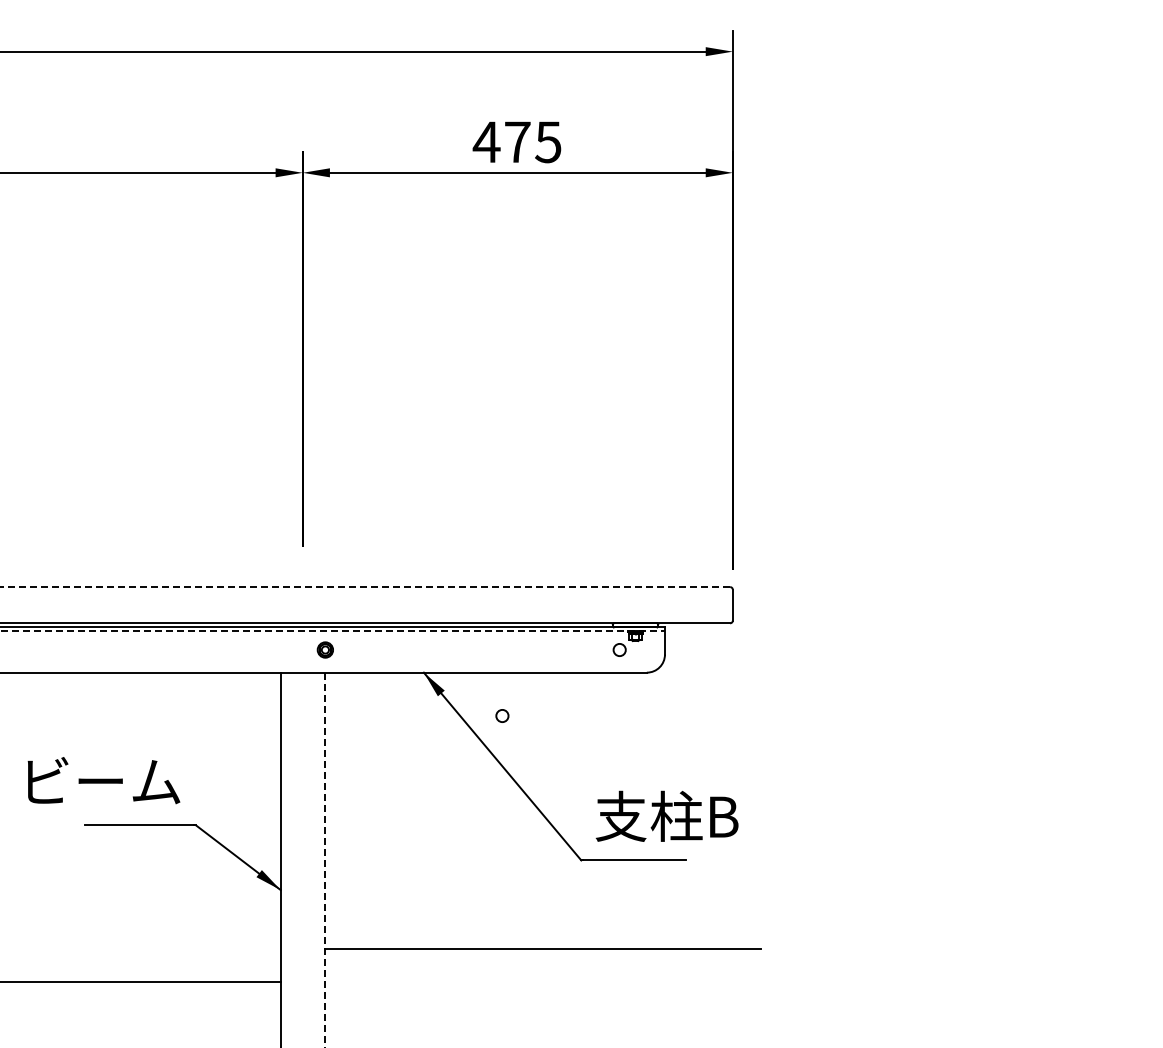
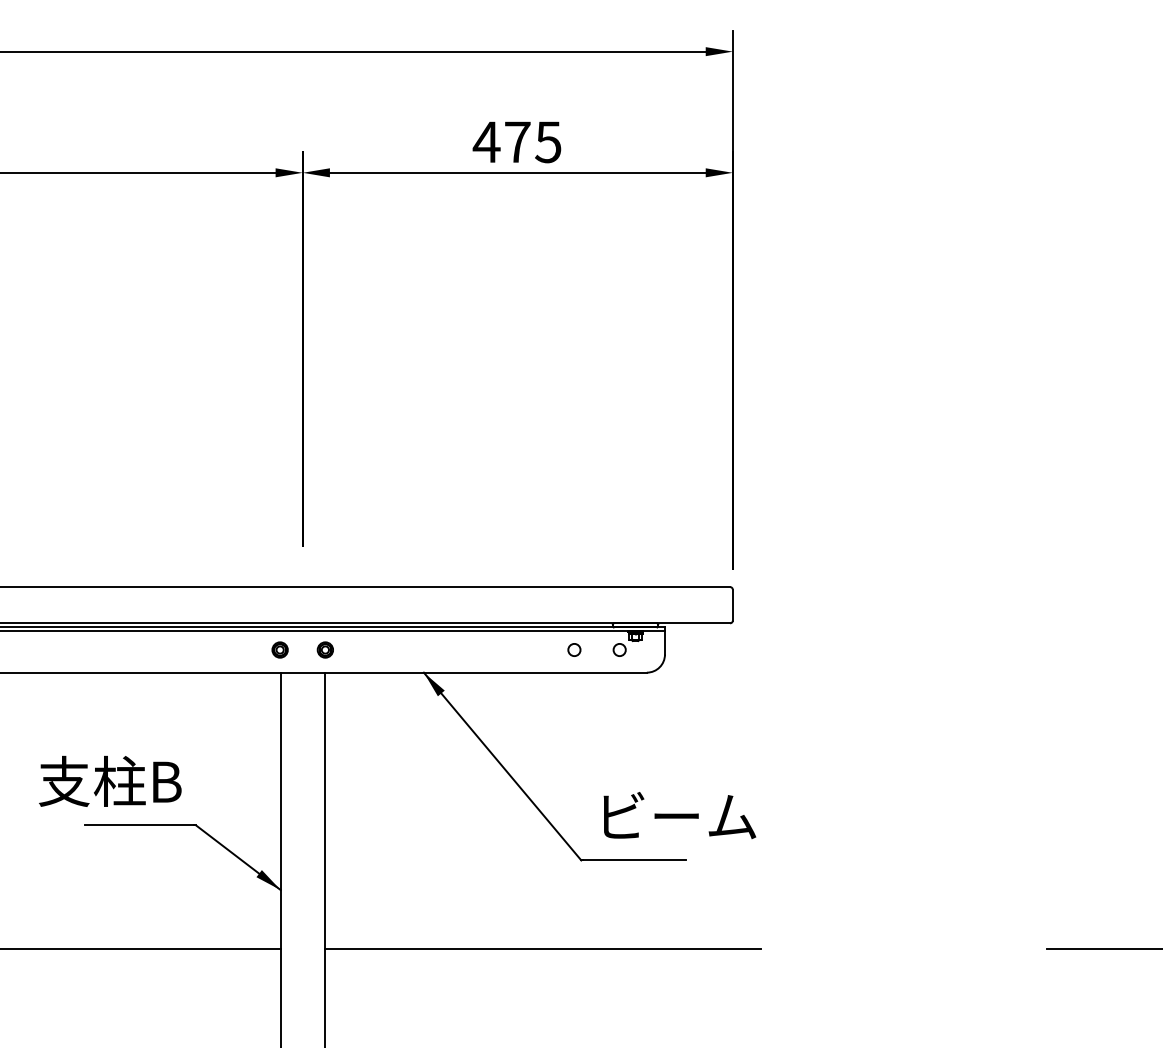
line at (365, 587): dashed -> solid
line at (332, 631): dashed -> solid
part at (279, 649): none -> present
circle at (502, 715) position: (502, 715) -> (574, 649)
text at (104, 780): ビーム -> 支柱B
text at (675, 815): 支柱B -> ビーム
line at (324, 860): dashed -> solid
line at (1102, 949): none -> present
line at (141, 982) position: (141, 982) -> (141, 949)
